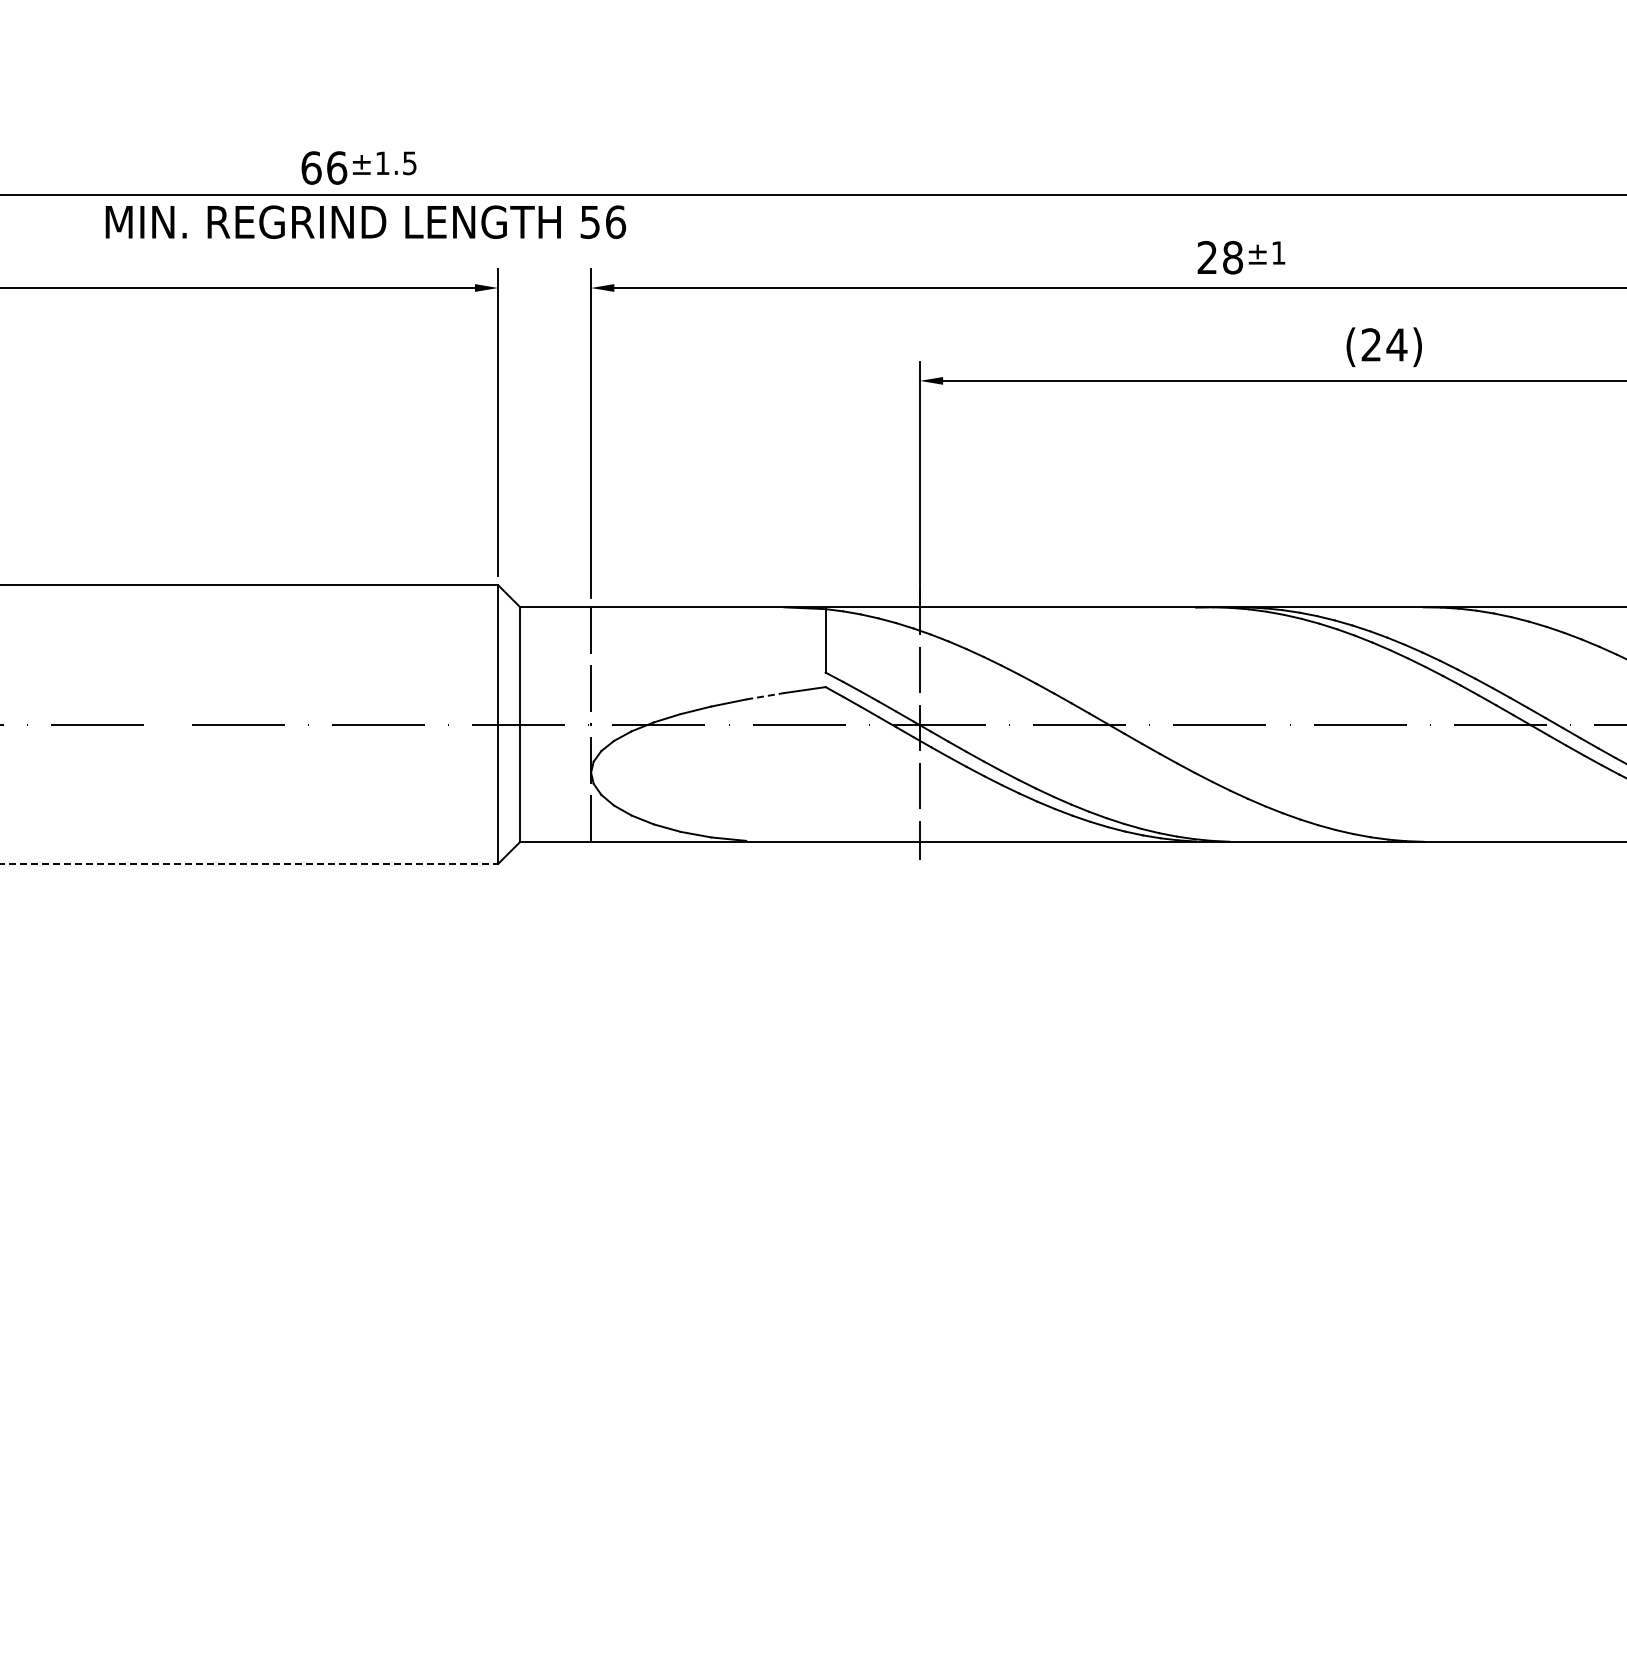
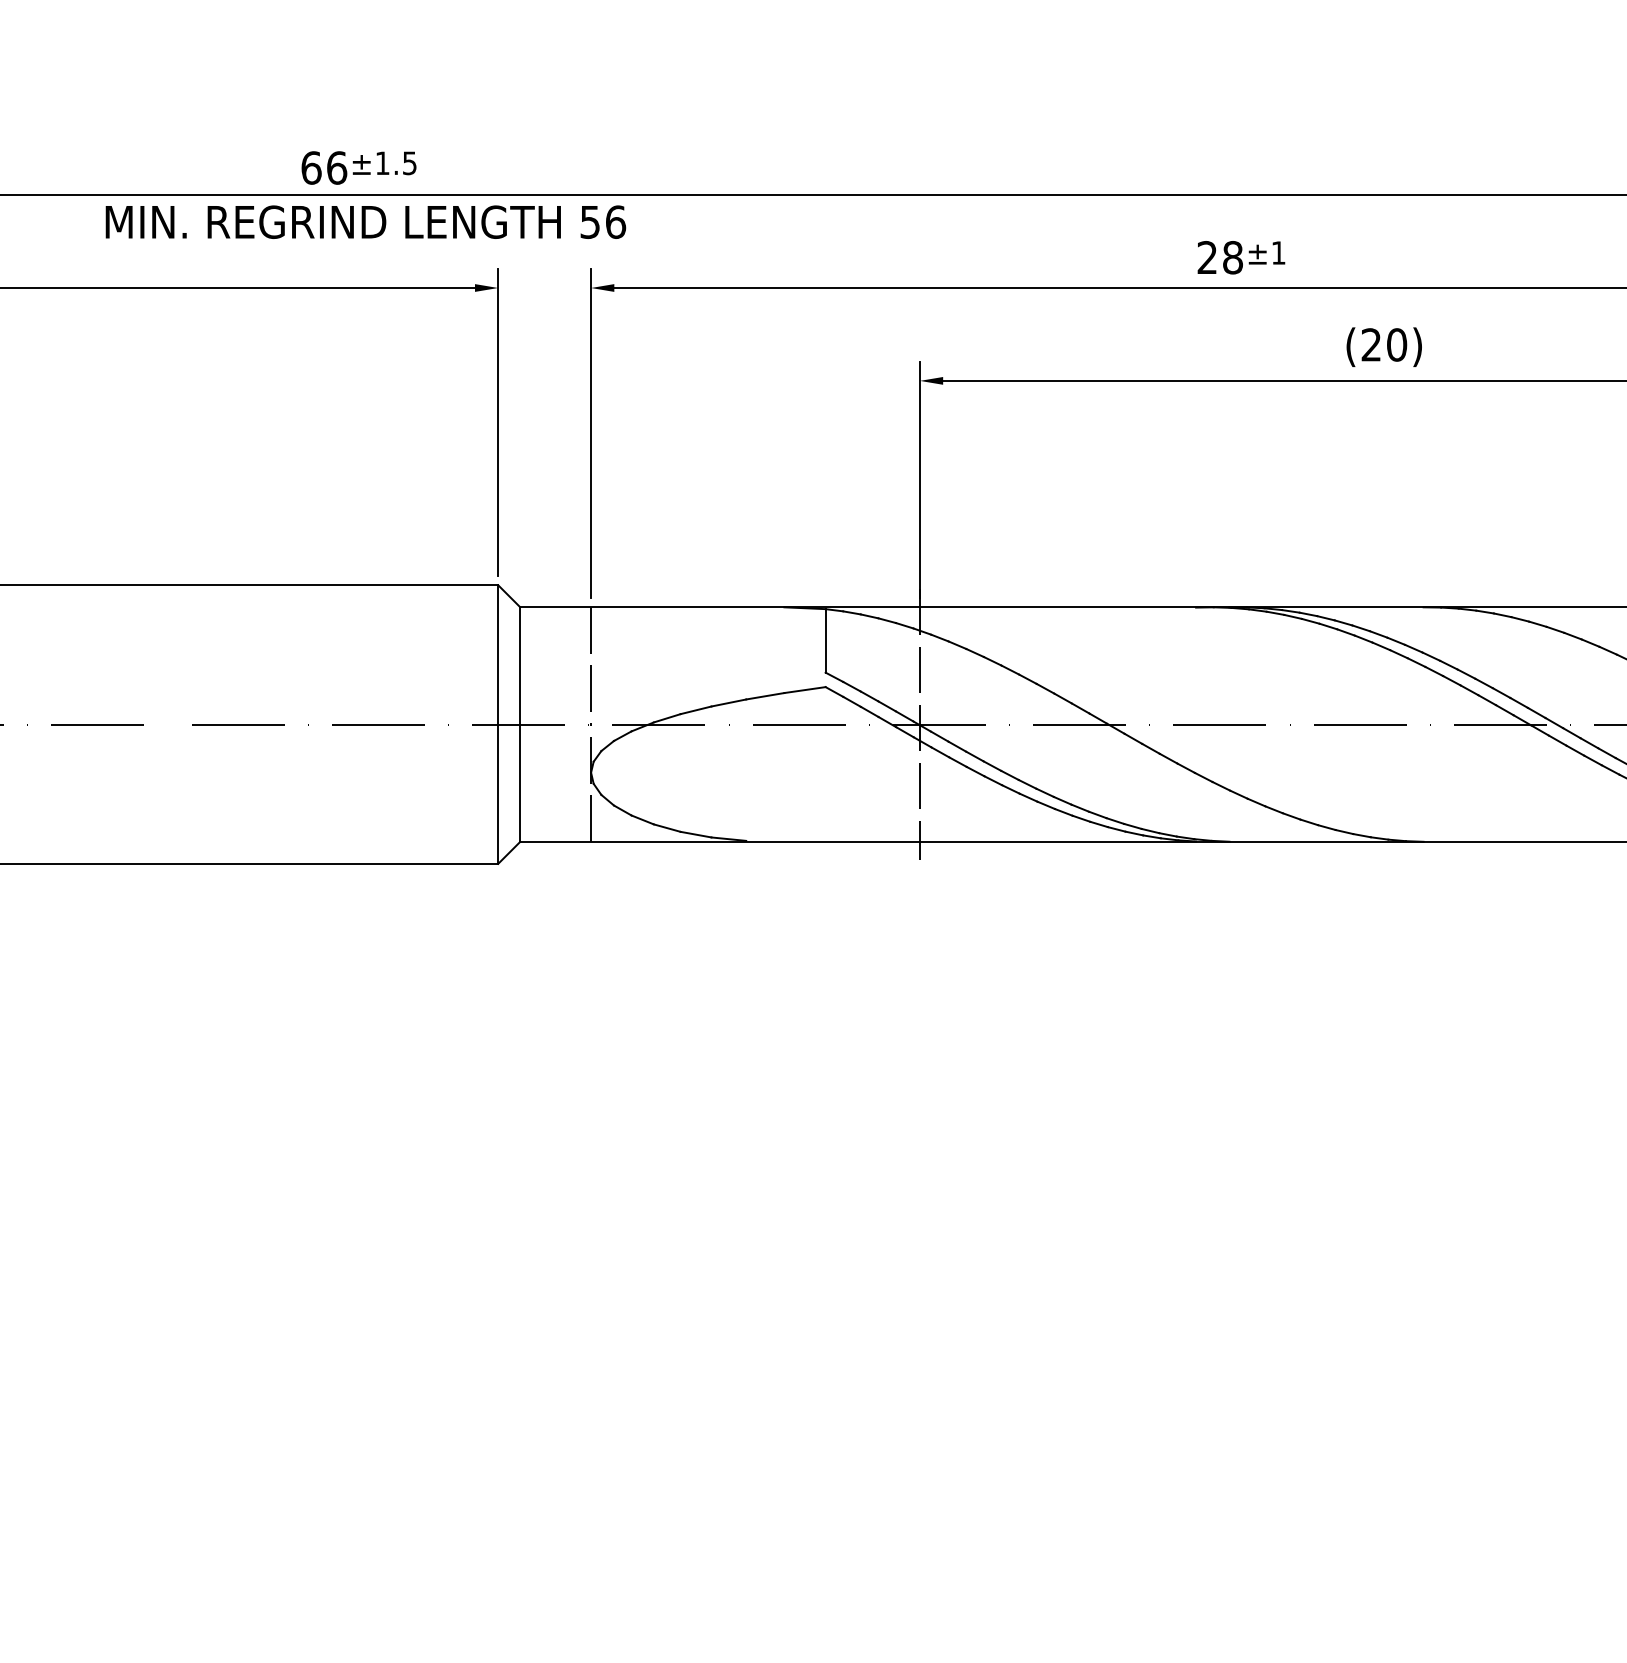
text at (1396, 344): (24) -> (20)
line at (765, 696): dashed -> solid
line at (249, 863): dashed -> solid
